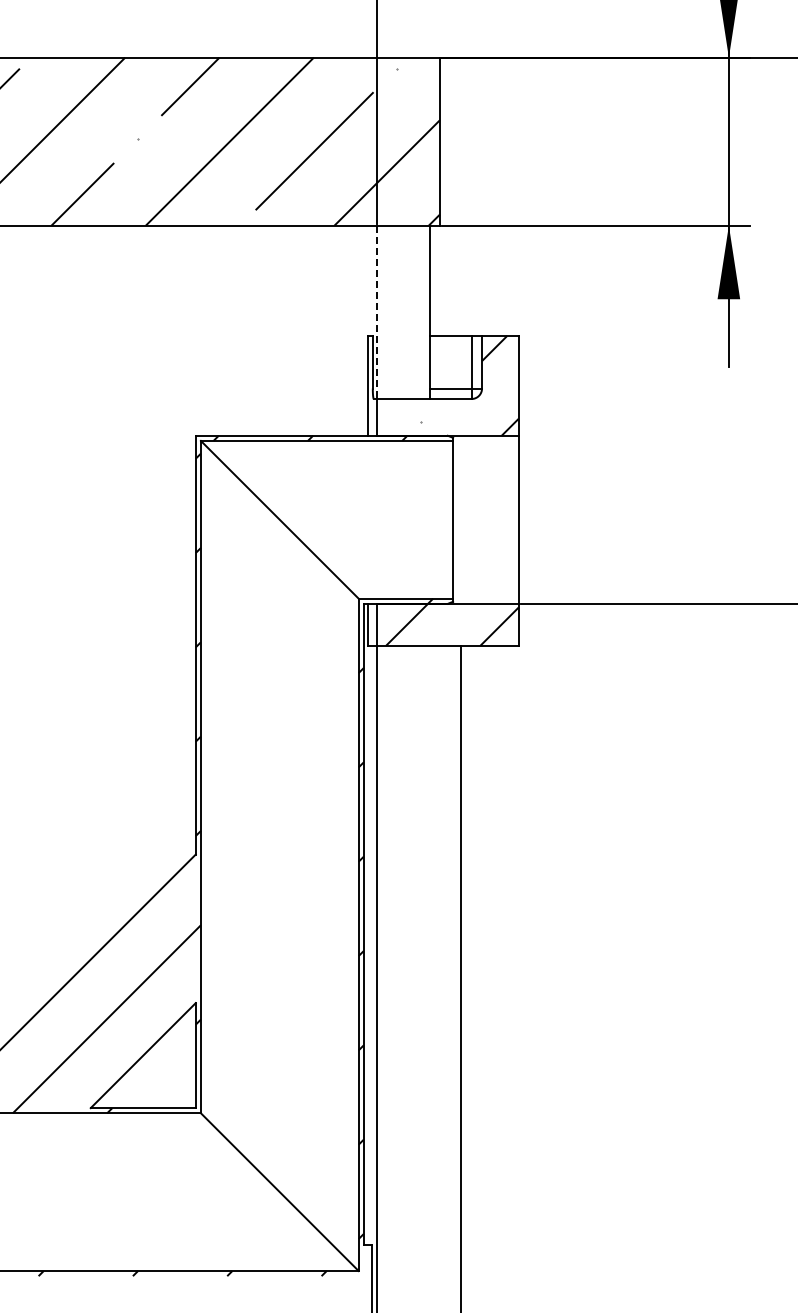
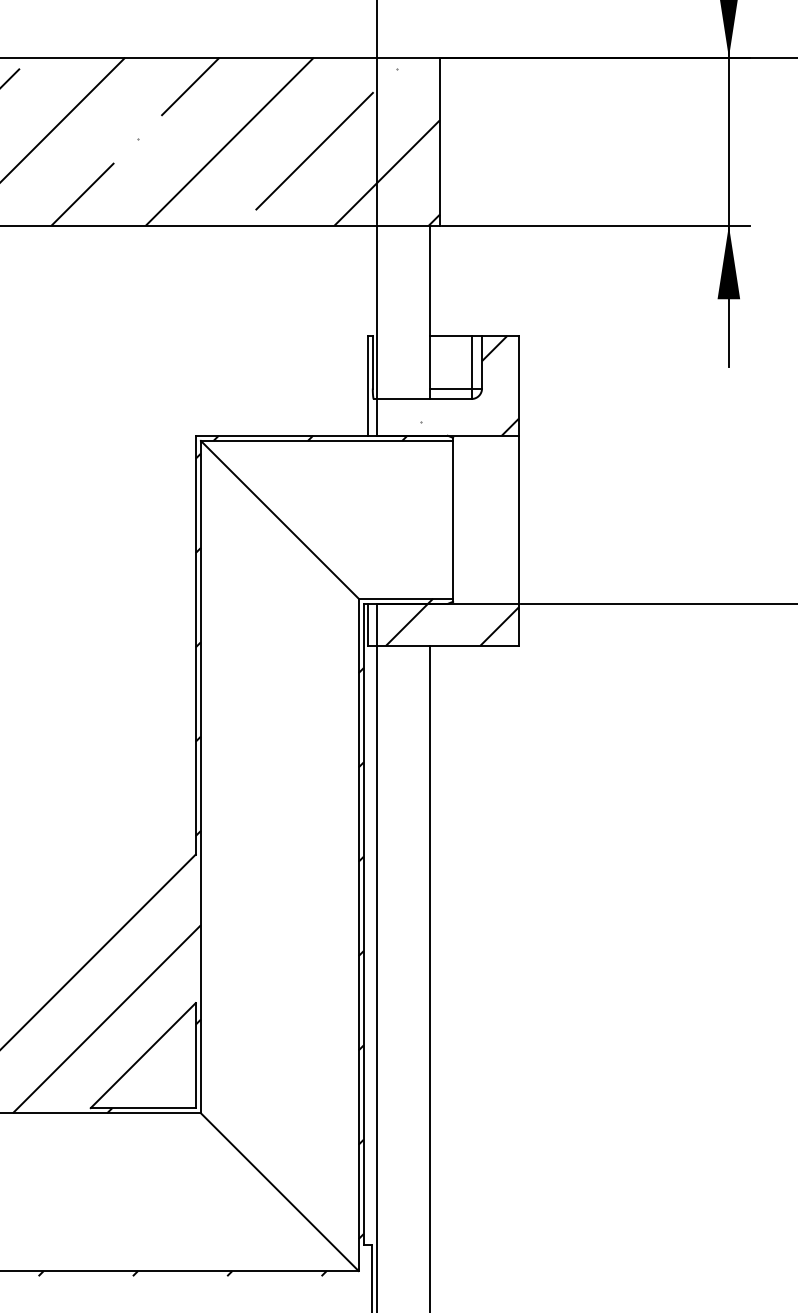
line at (377, 312): dashed -> solid
line at (460, 977) position: (460, 977) -> (429, 977)
